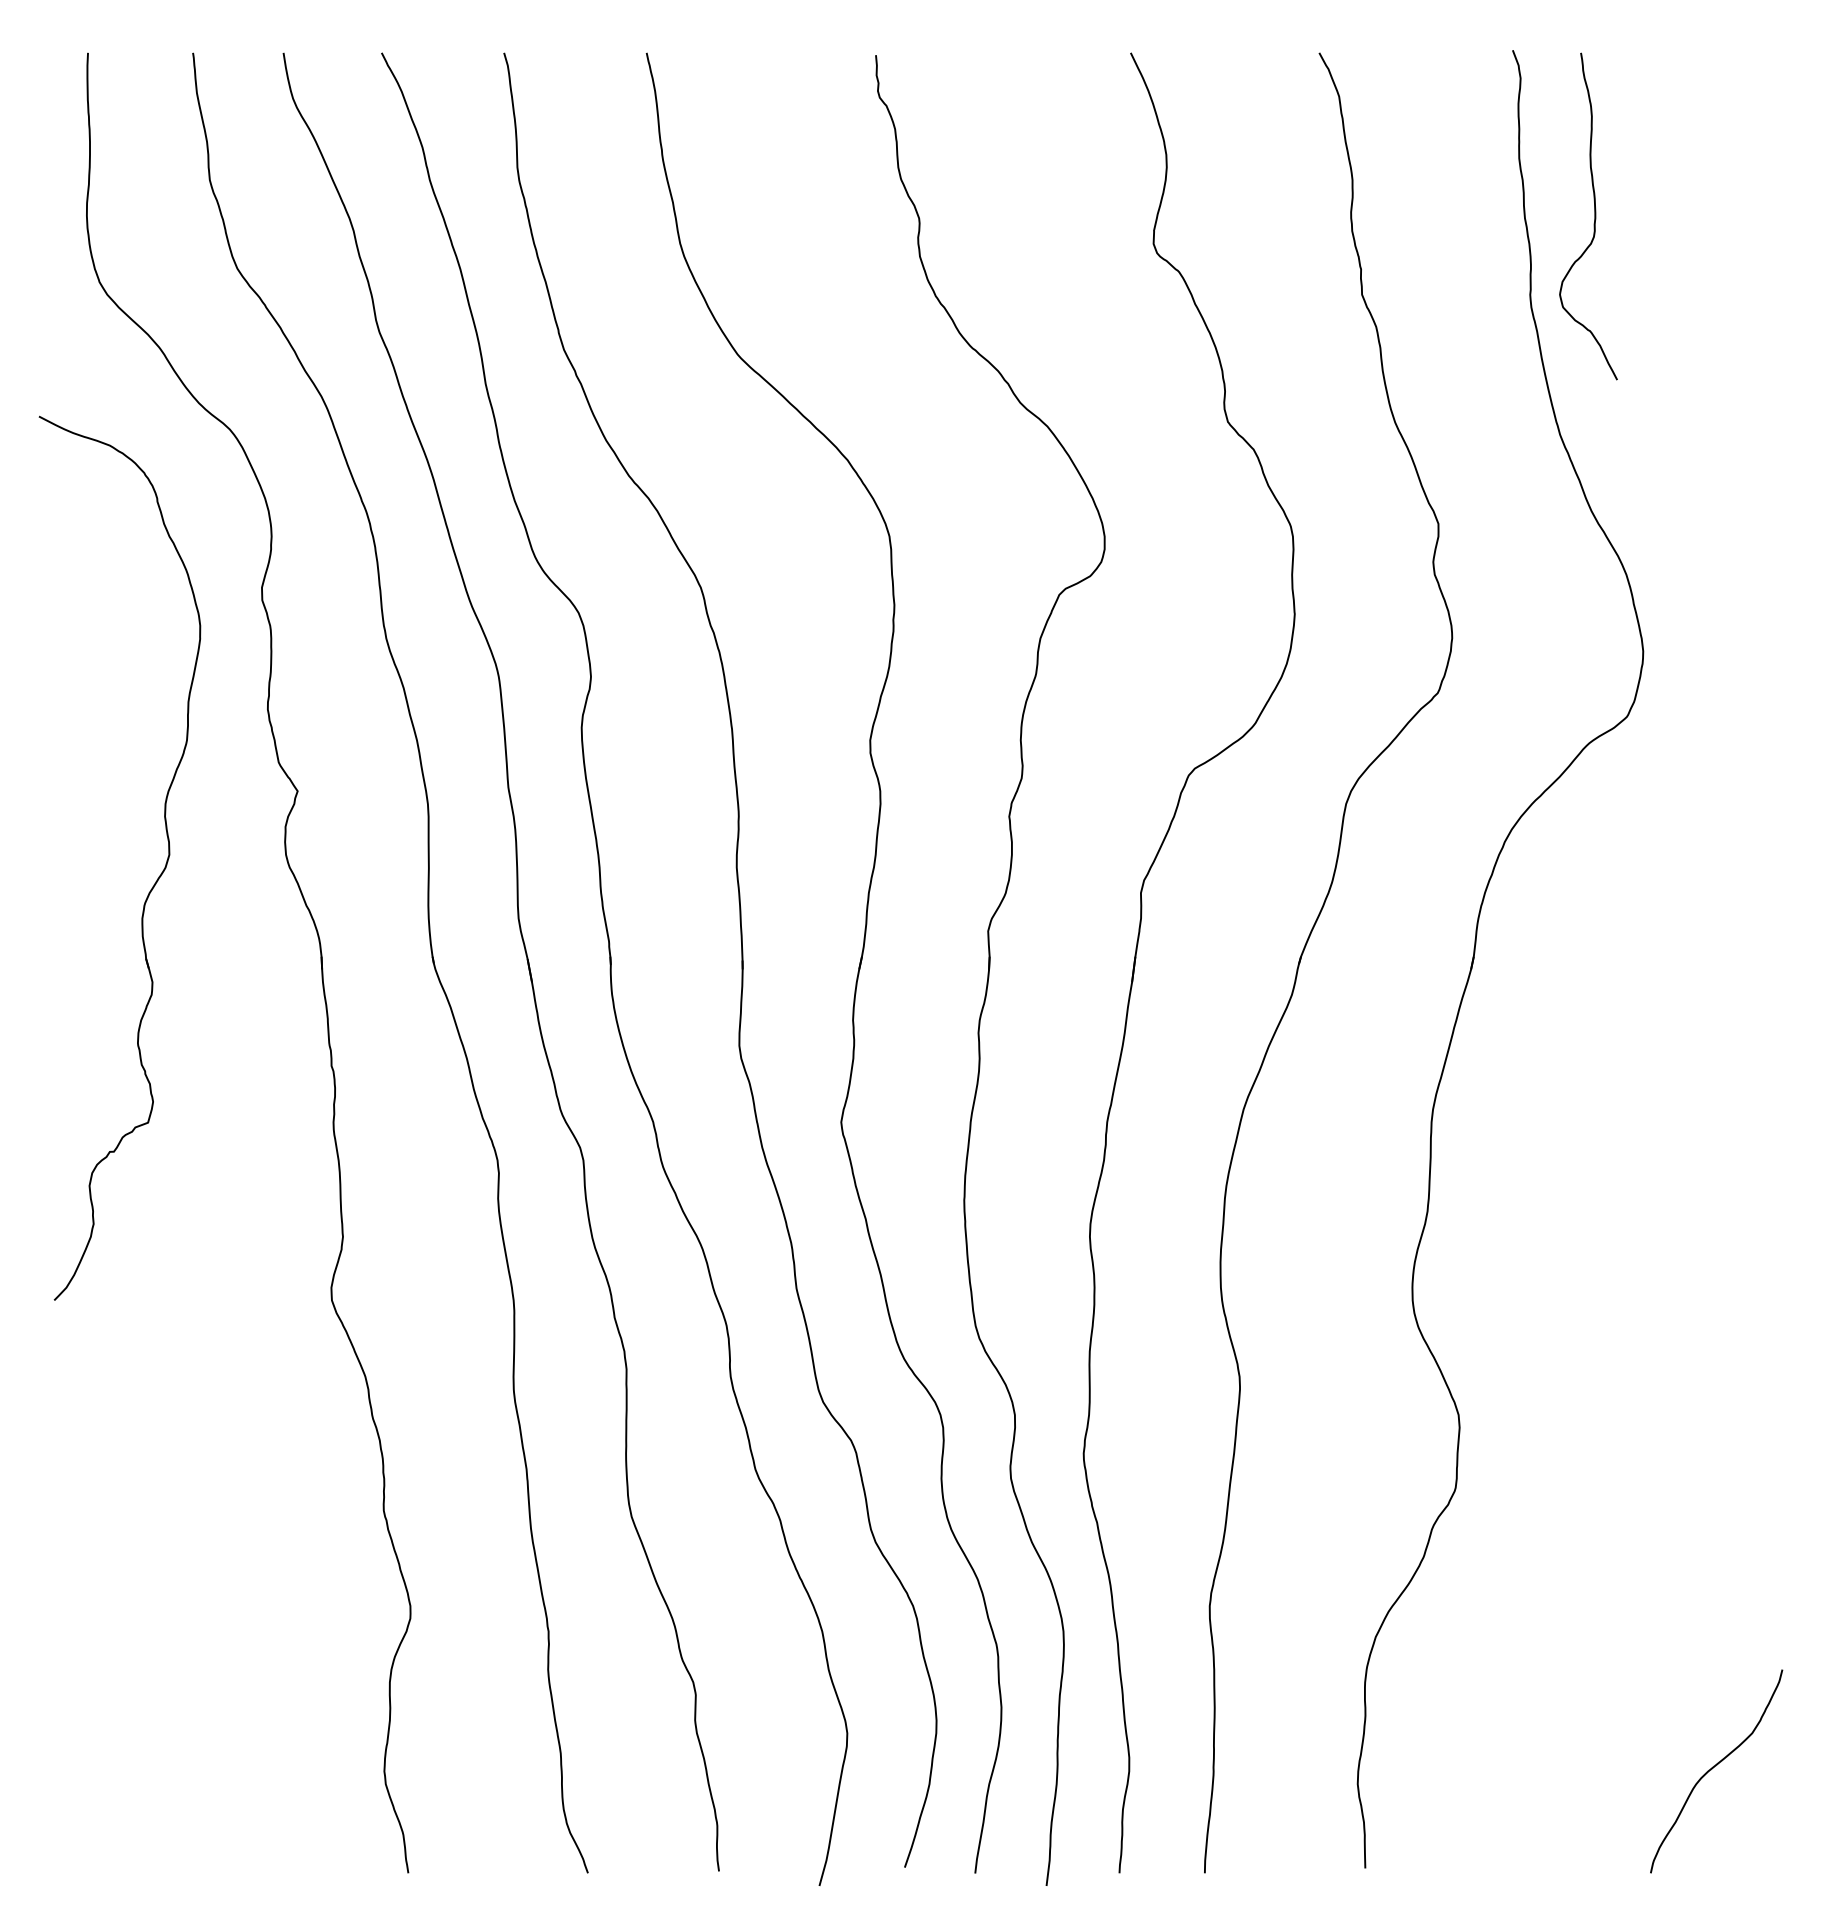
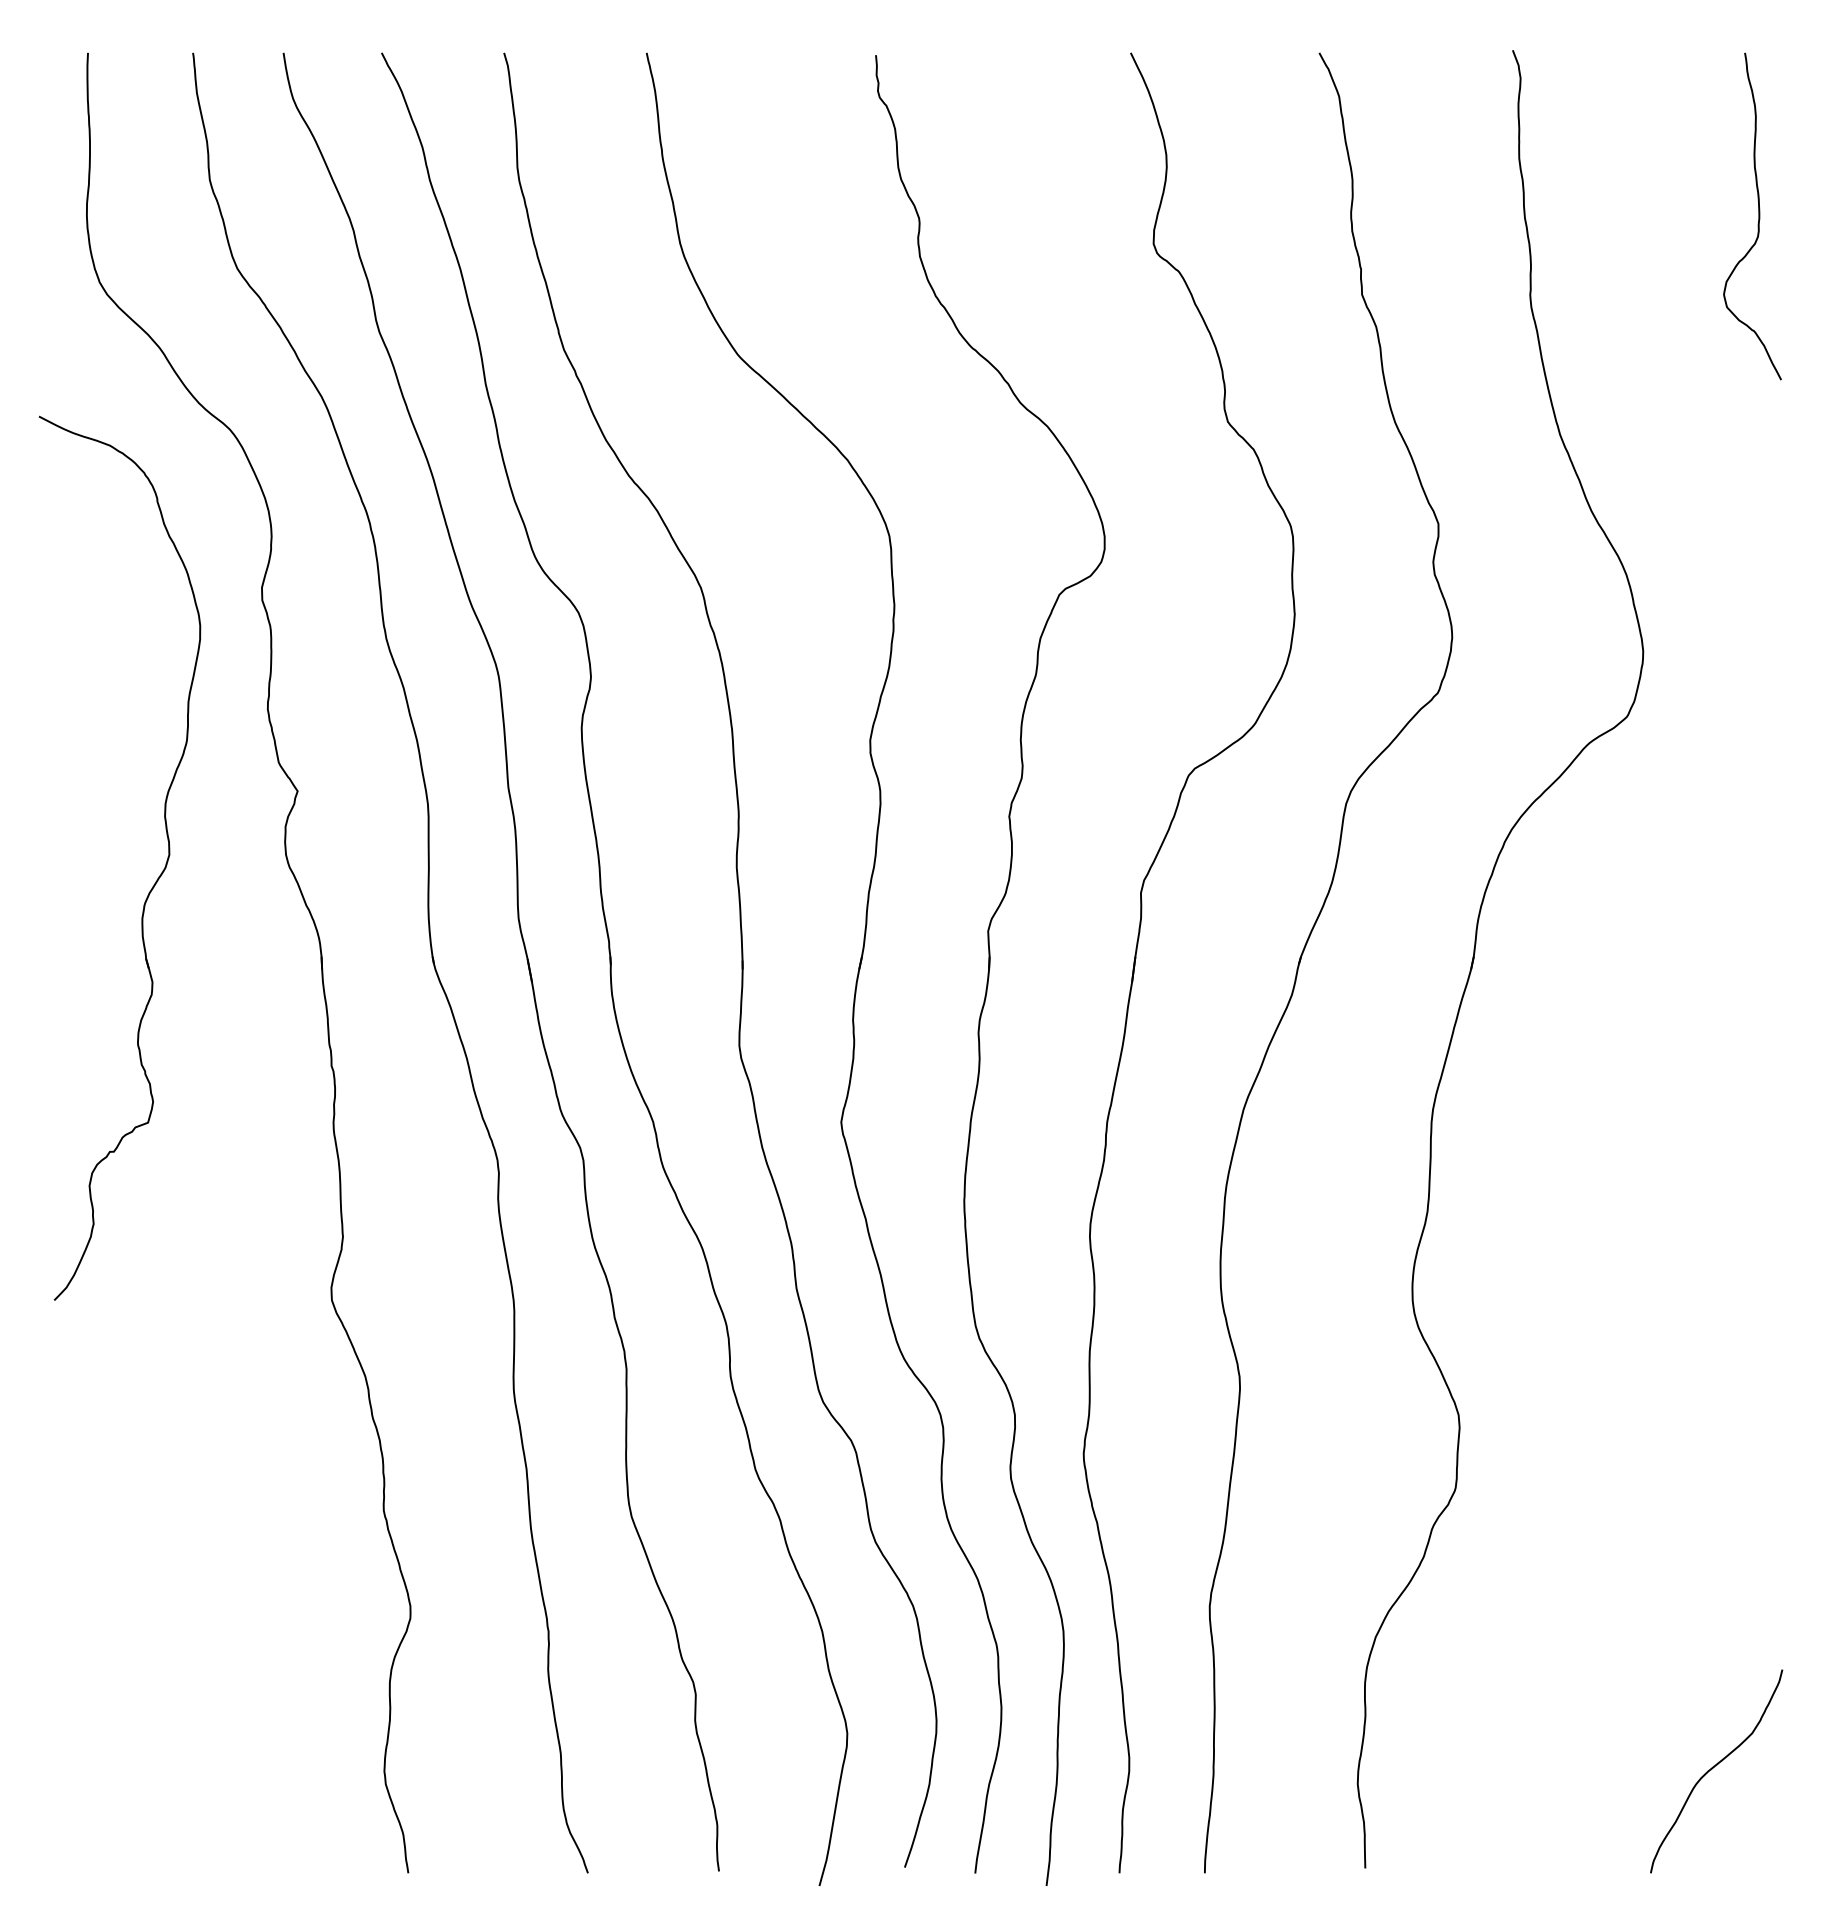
curve at (1594, 216) position: (1594, 216) -> (1758, 216)
